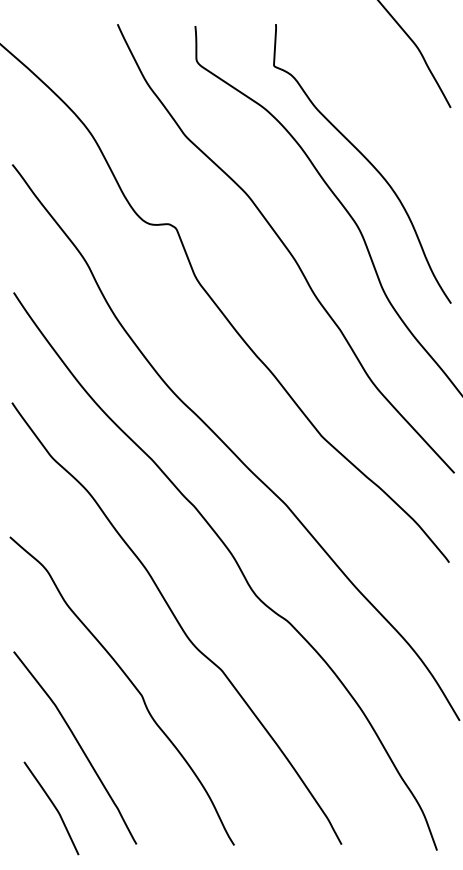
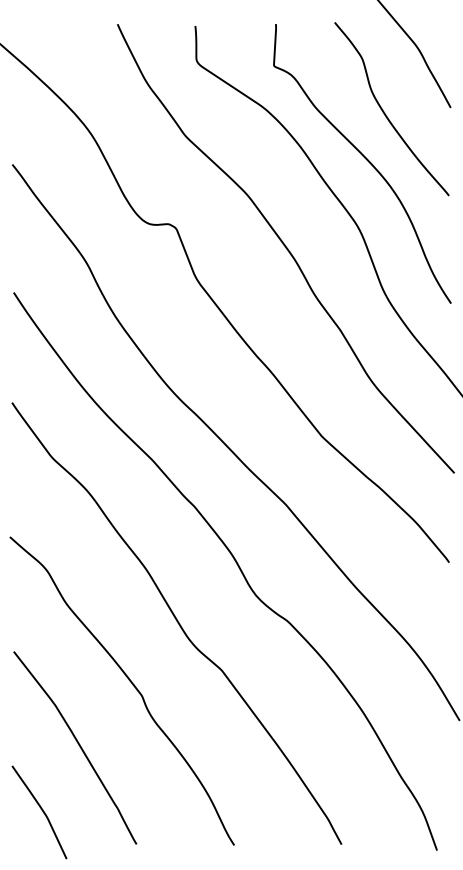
curve at (386, 114): none -> present
curve at (53, 806) position: (53, 806) -> (41, 810)
